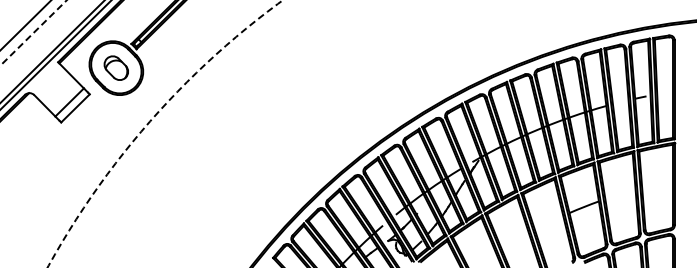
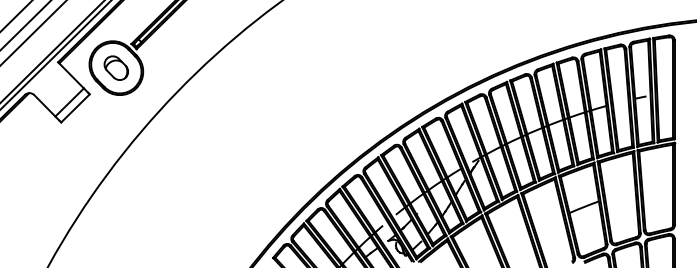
line at (16, 16): none -> present
line at (33, 33): dashed -> solid
arc at (149, 122): dashed -> solid
